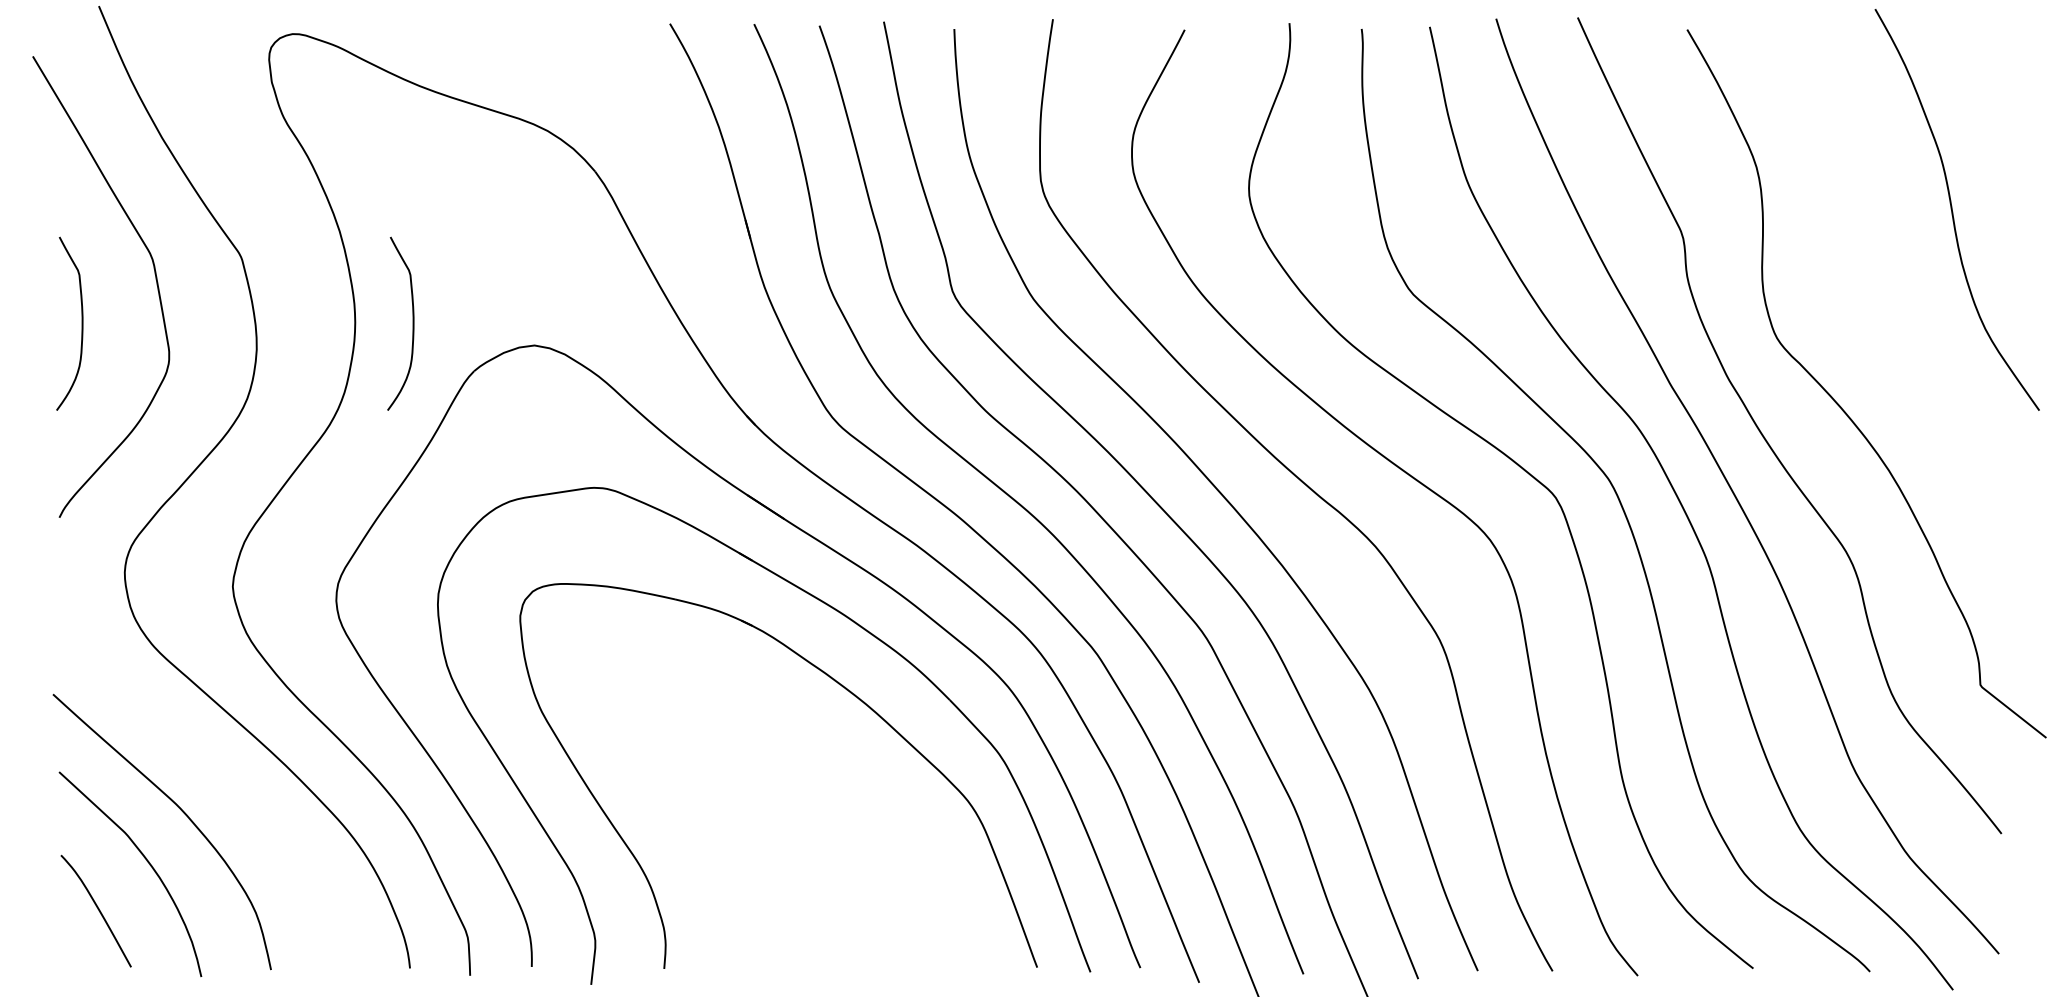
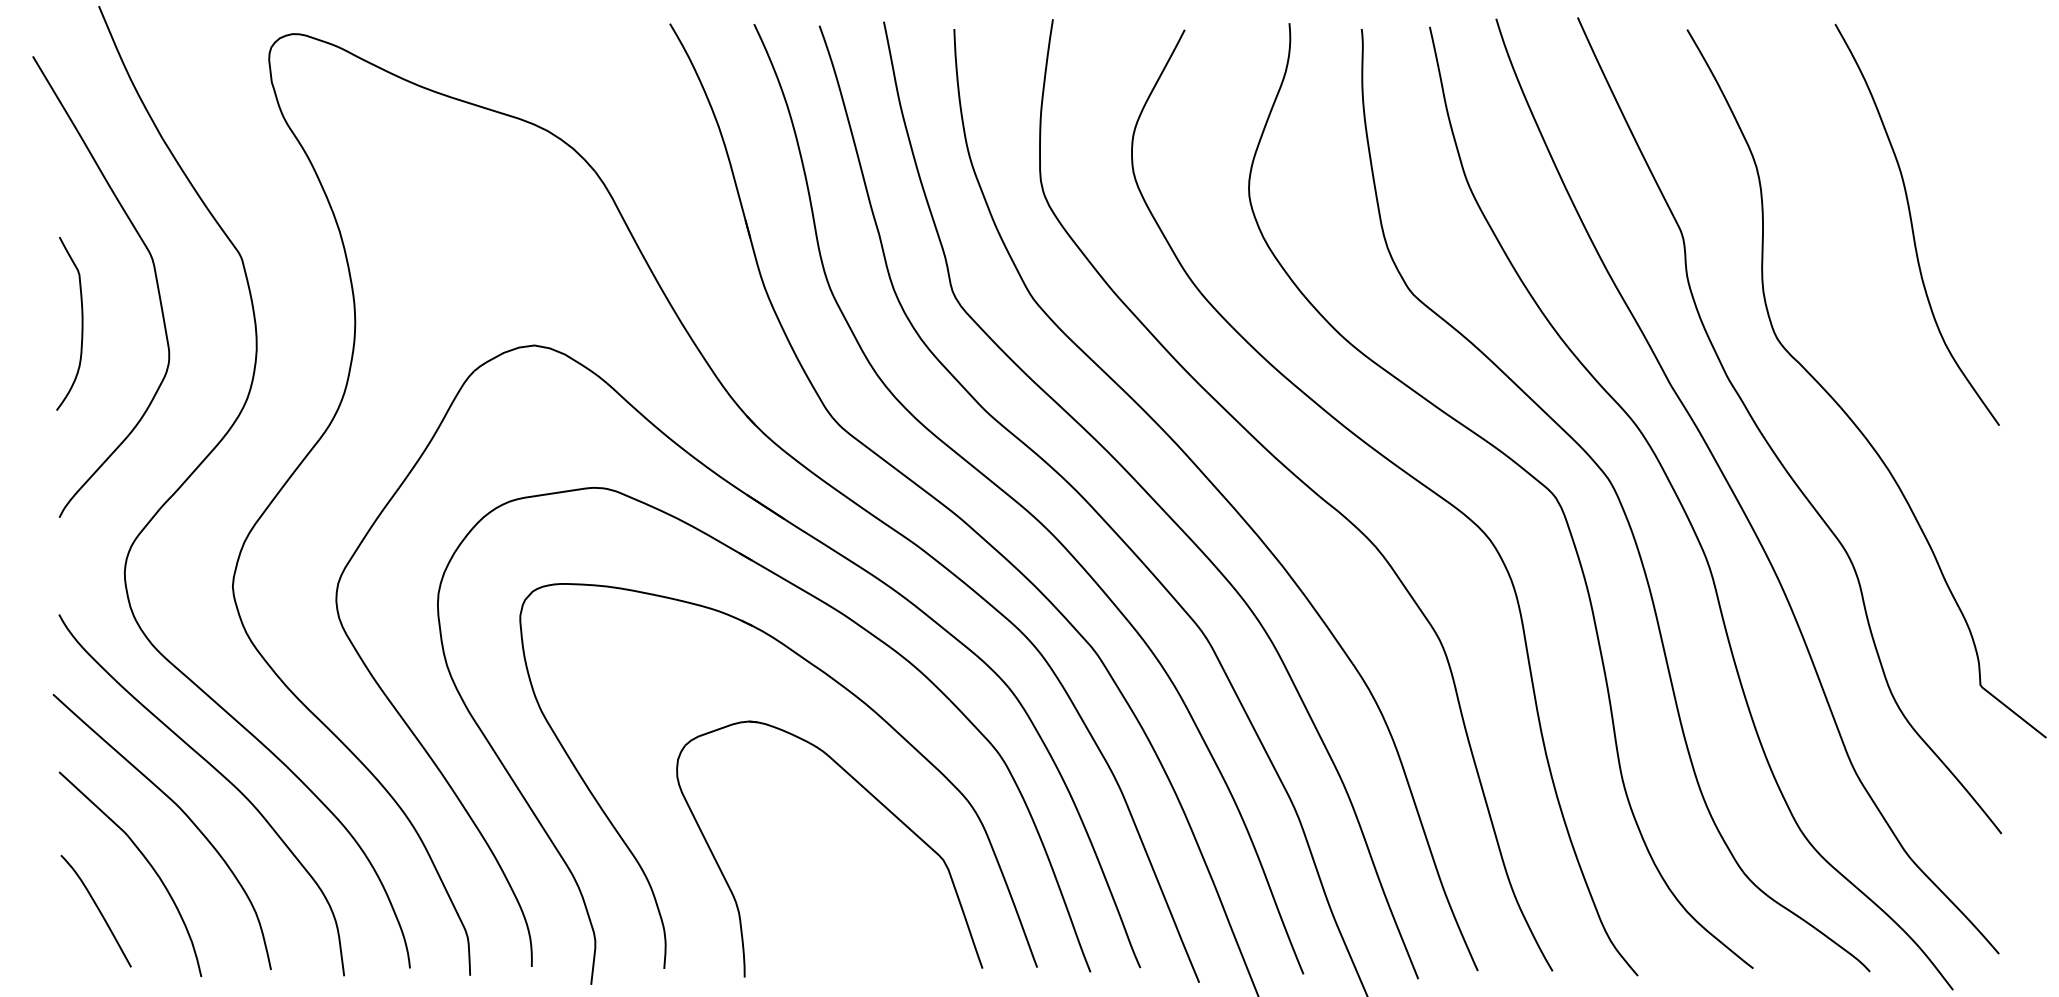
curve at (1952, 209) position: (1952, 209) -> (1912, 224)
curve at (412, 323): present -> none
curve at (217, 772): none -> present
part at (876, 800): none -> present
